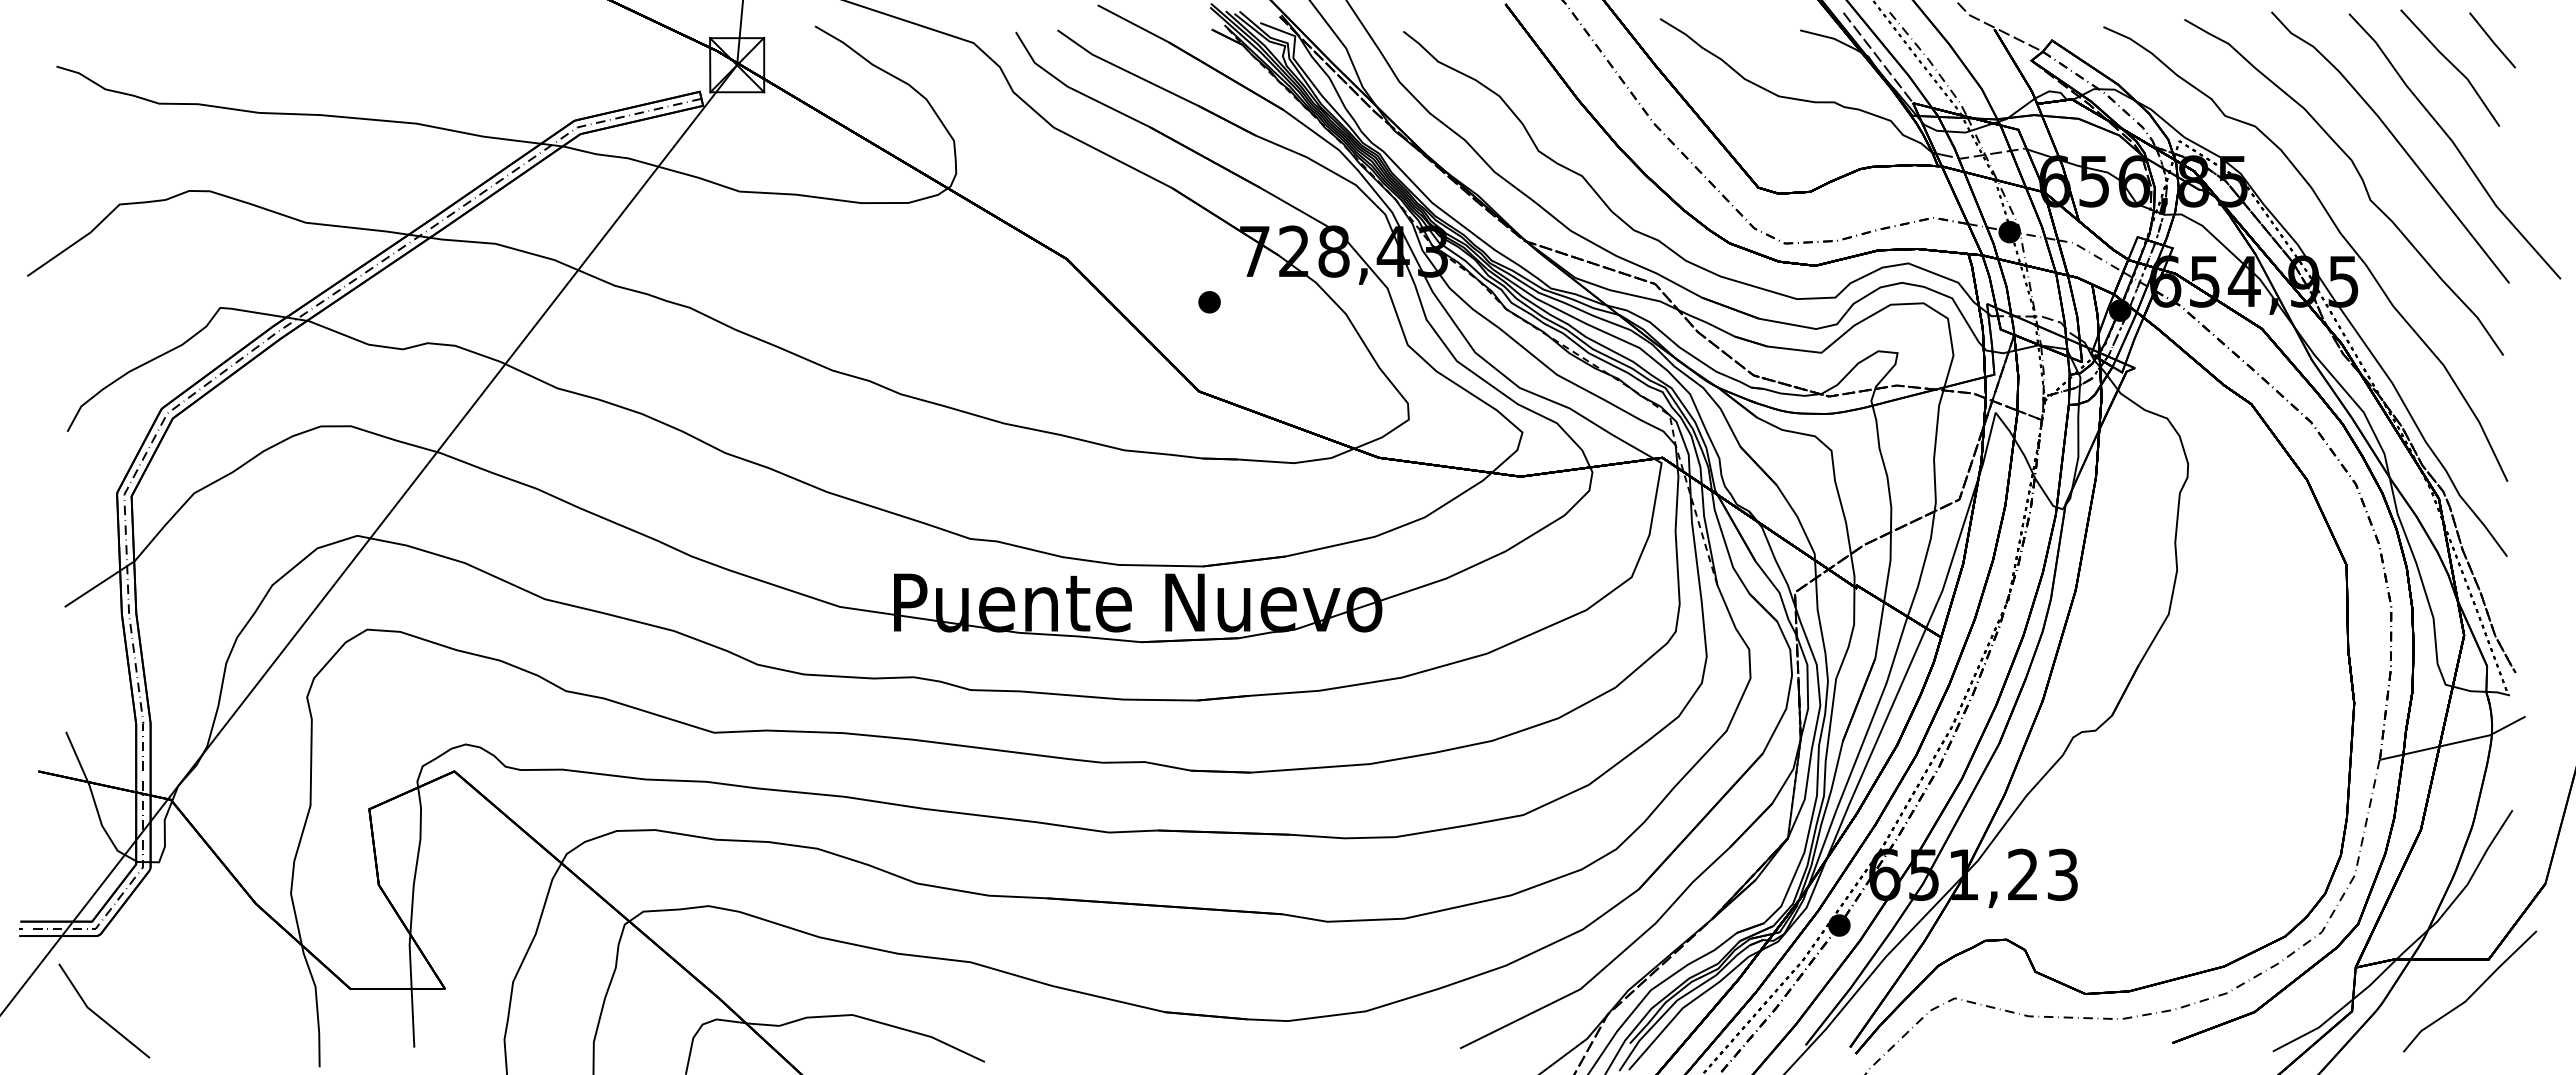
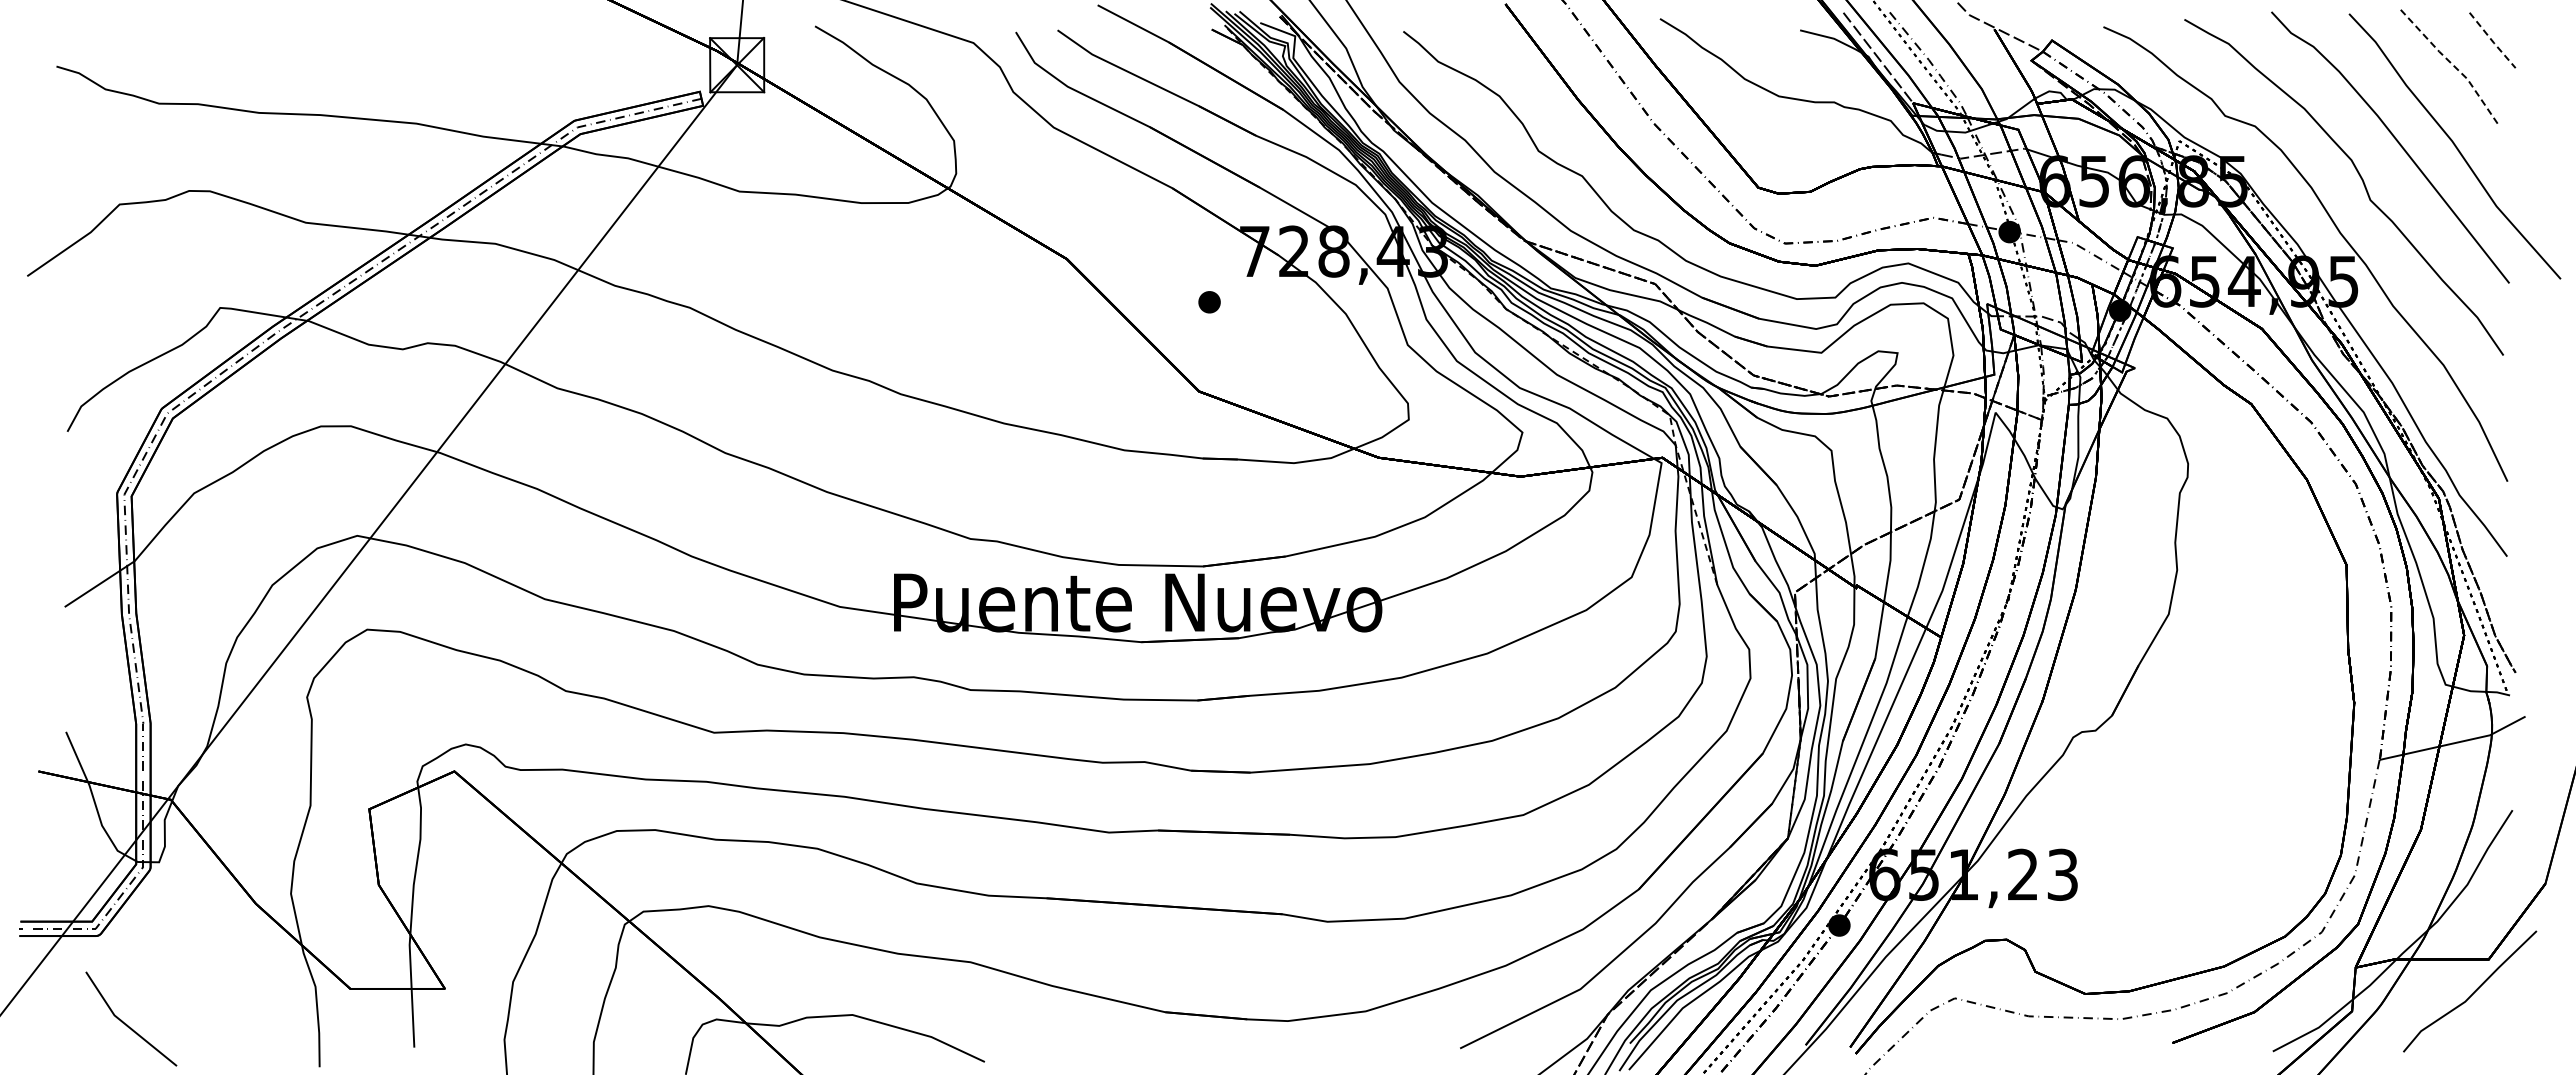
line at (2492, 40): solid -> dashed
line at (2454, 66): solid -> dashed
line at (99, 1015) position: (99, 1015) -> (126, 1023)
